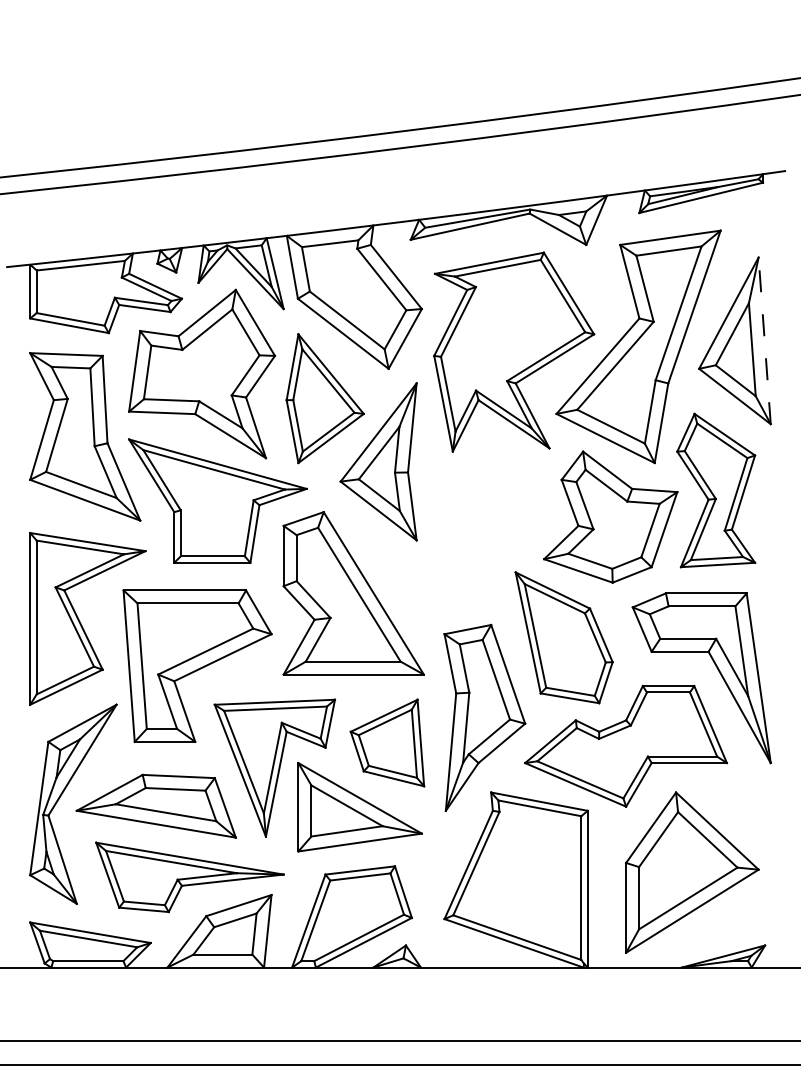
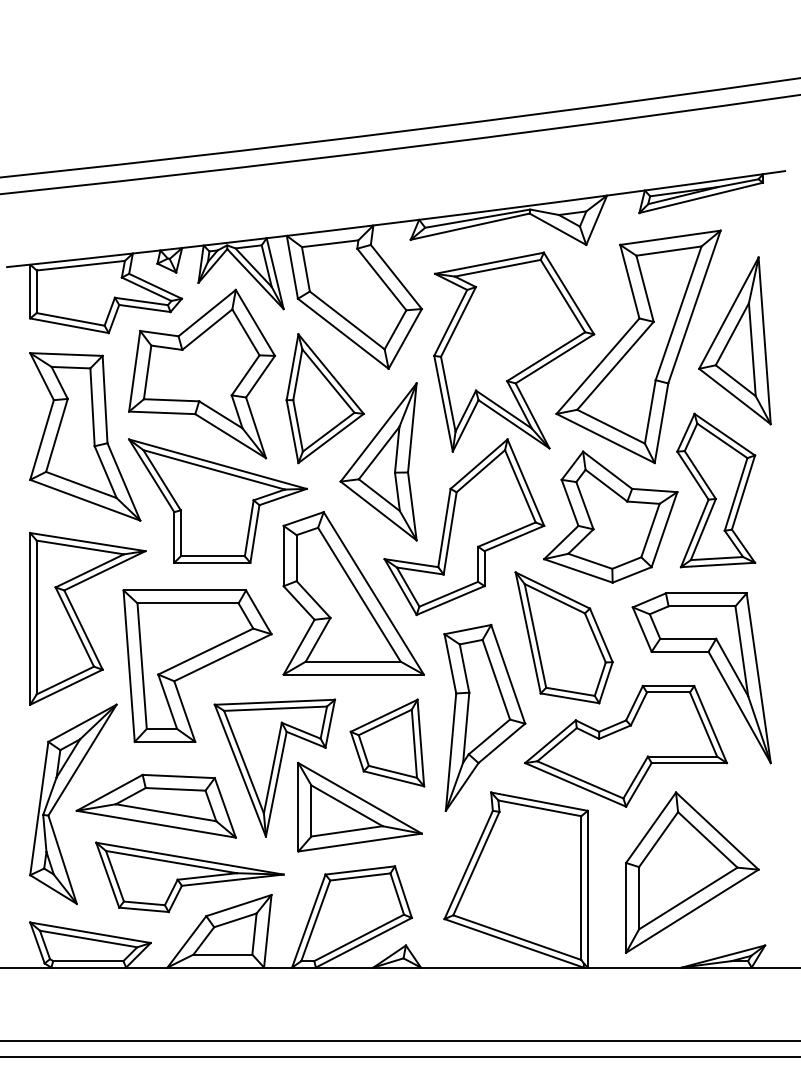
line at (764, 340): dashed -> solid
part at (464, 527): none -> present
line at (399, 1065) position: (399, 1065) -> (399, 1057)
